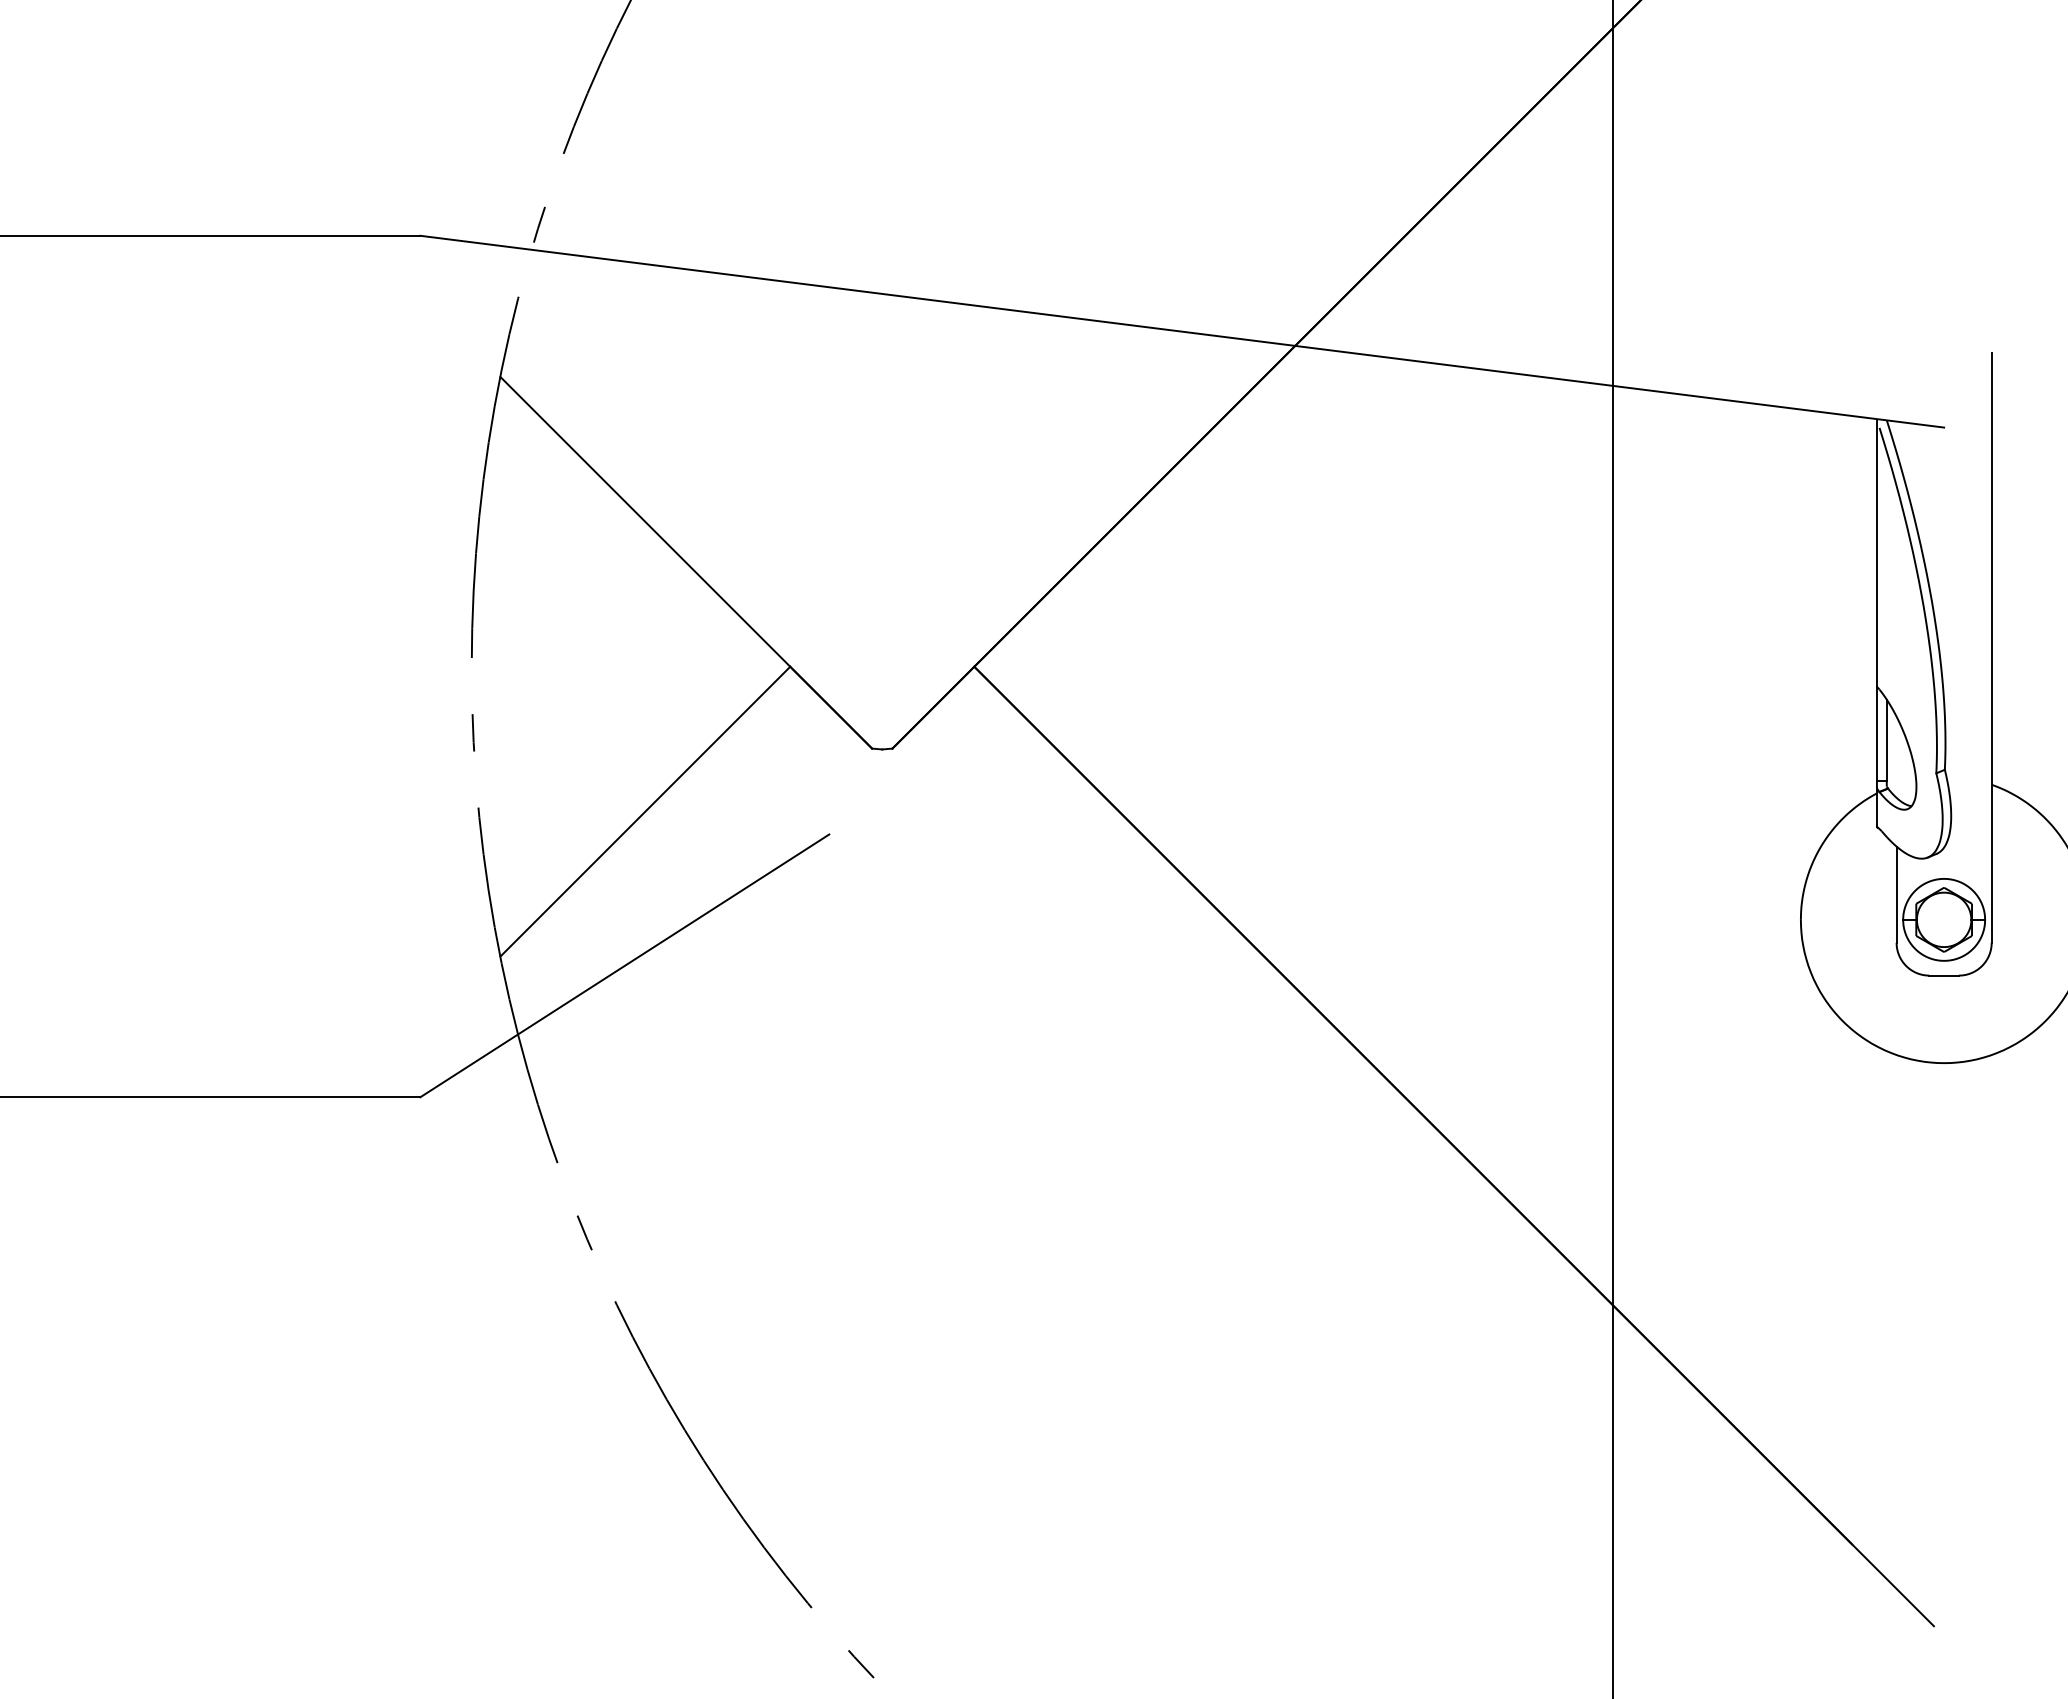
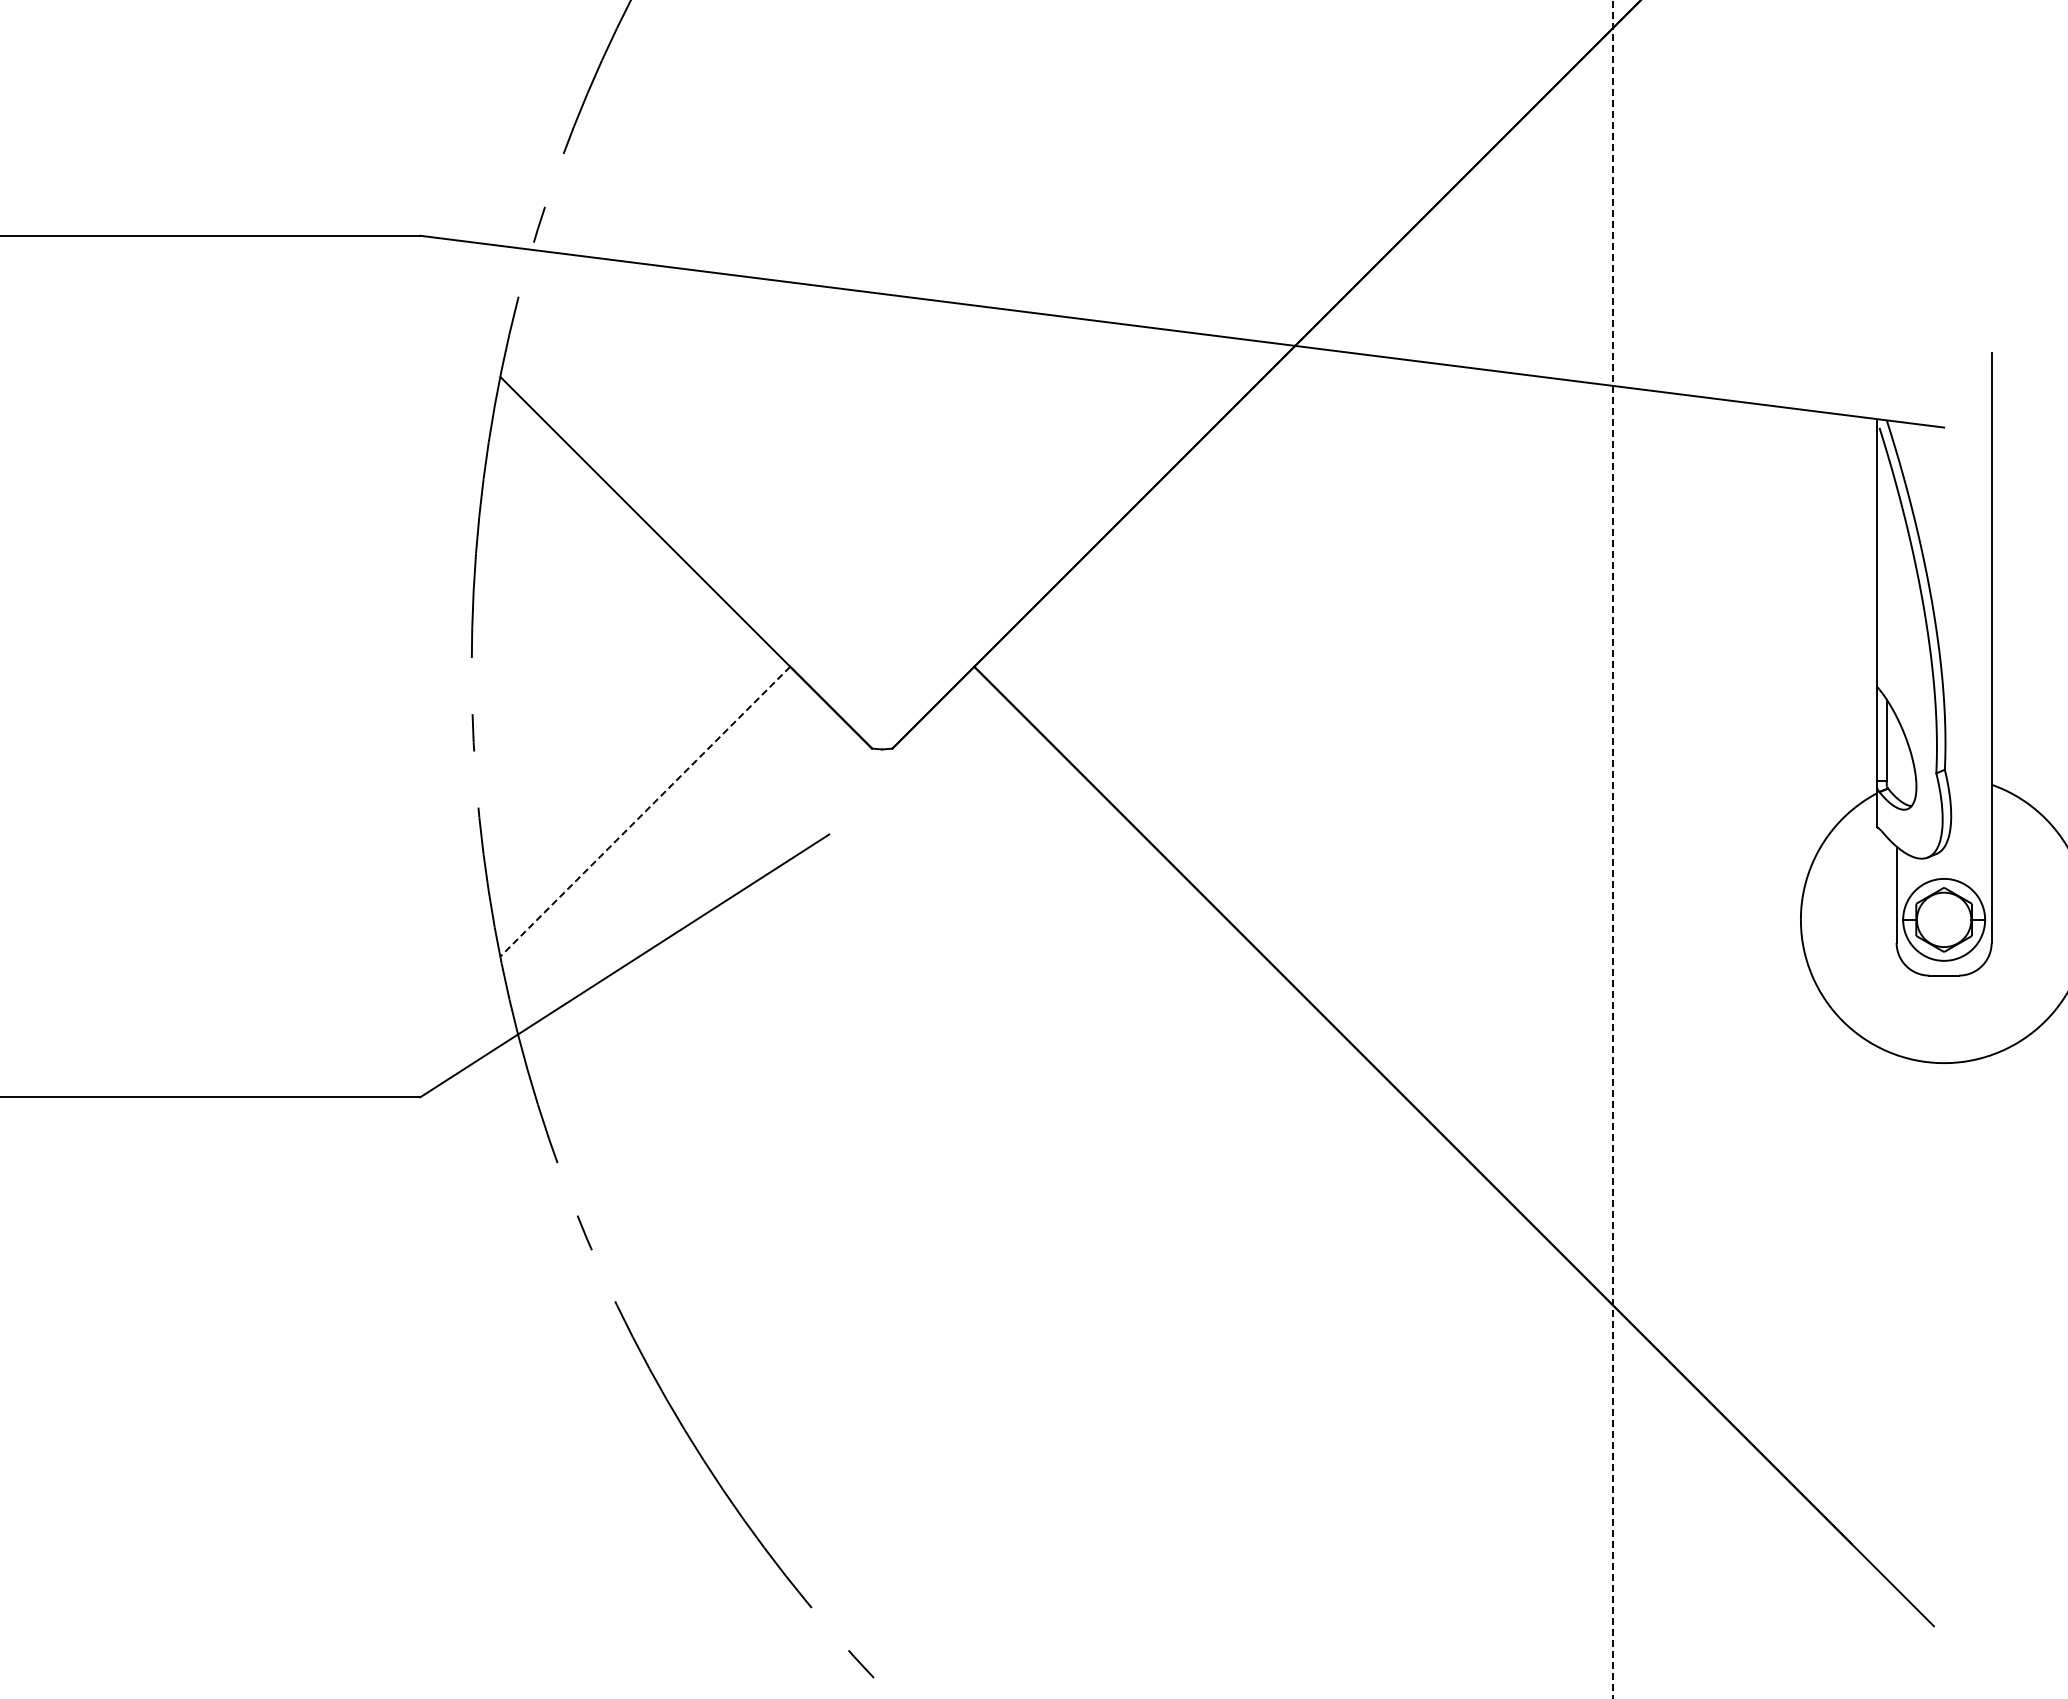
line at (645, 811): solid -> dashed
line at (1612, 849): solid -> dashed
